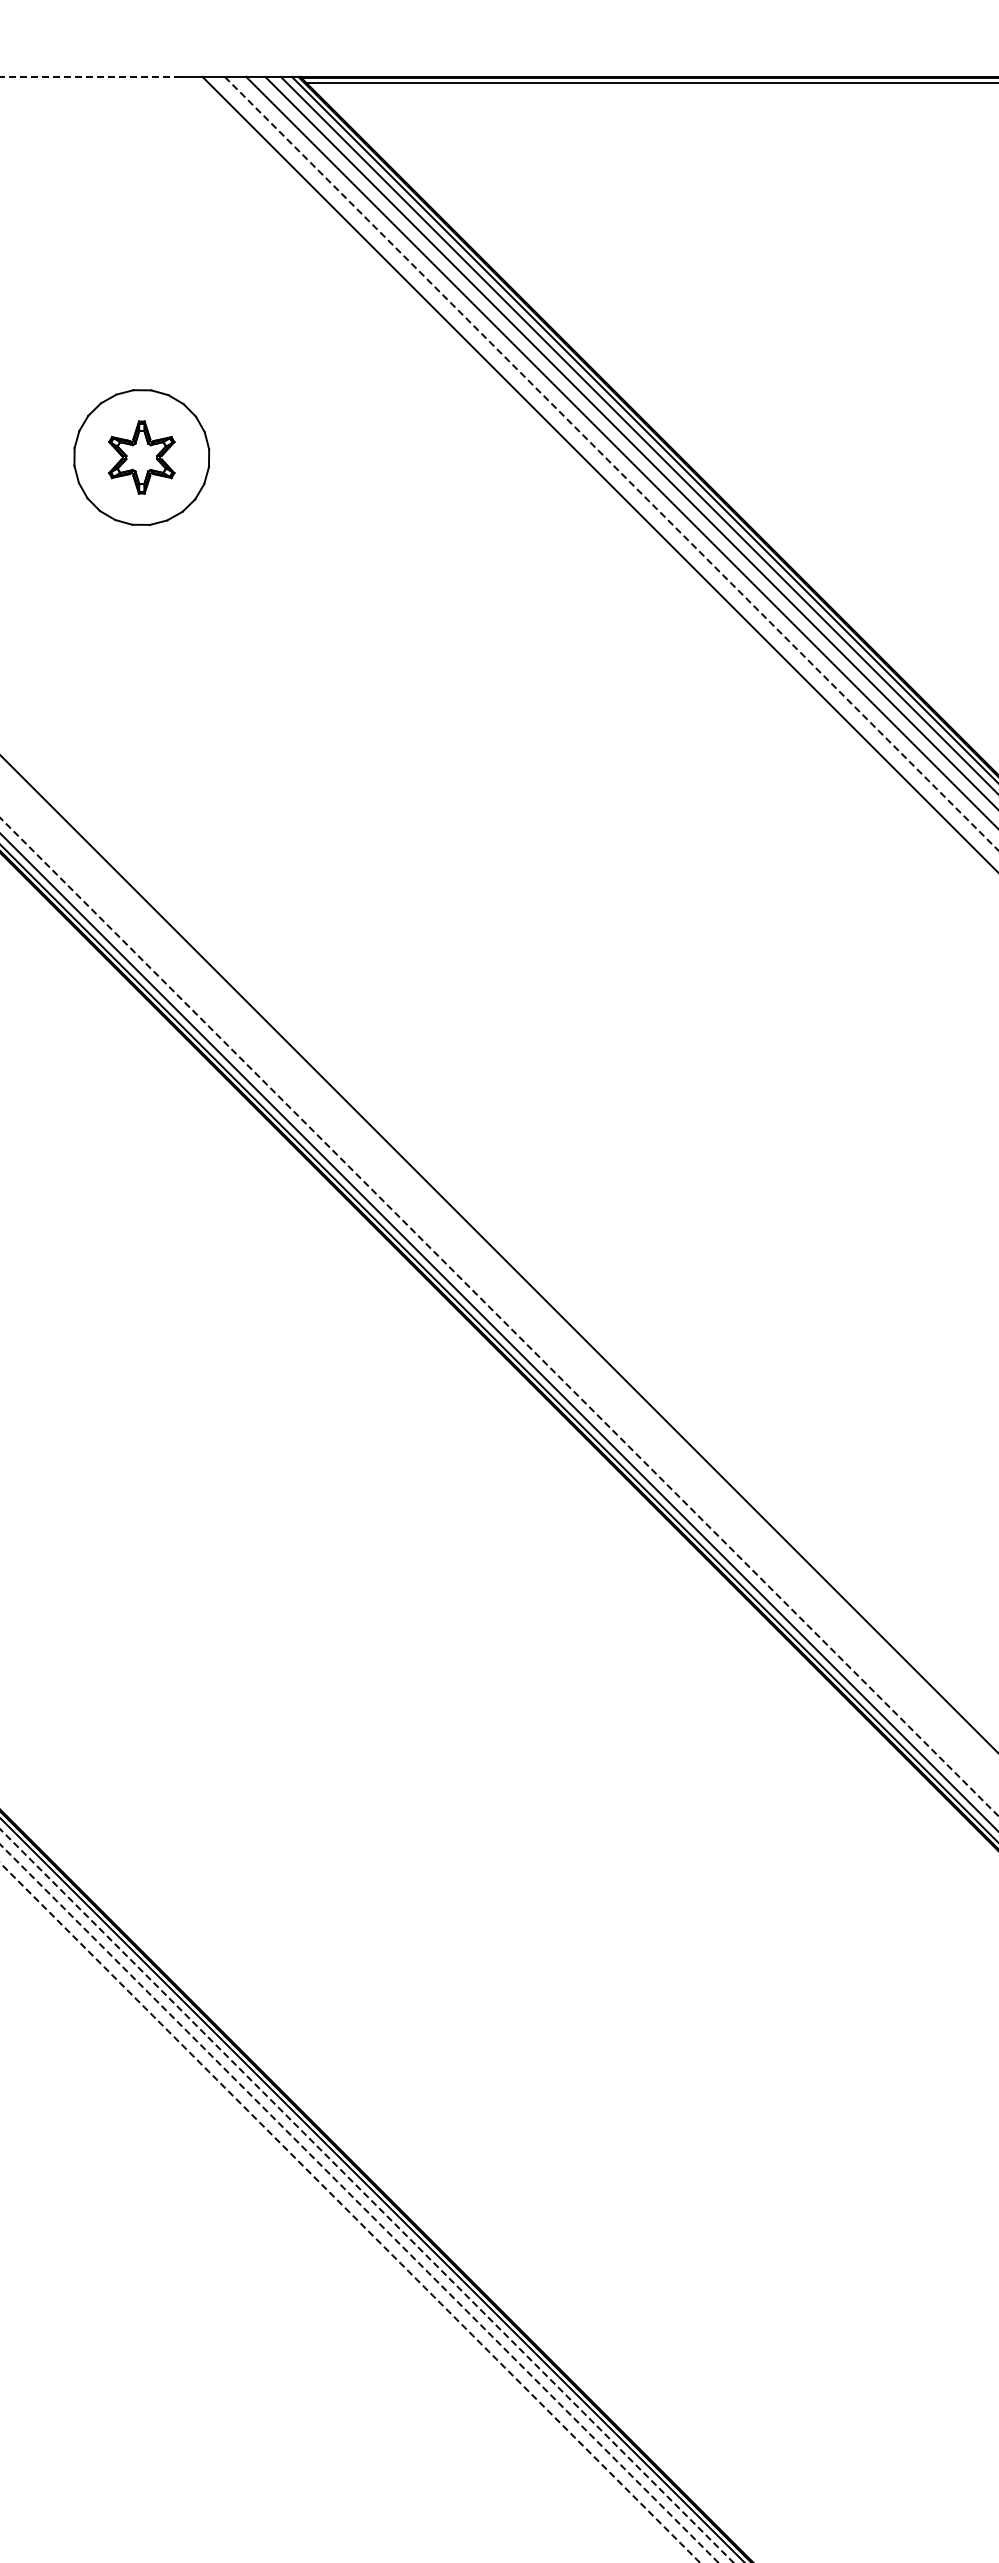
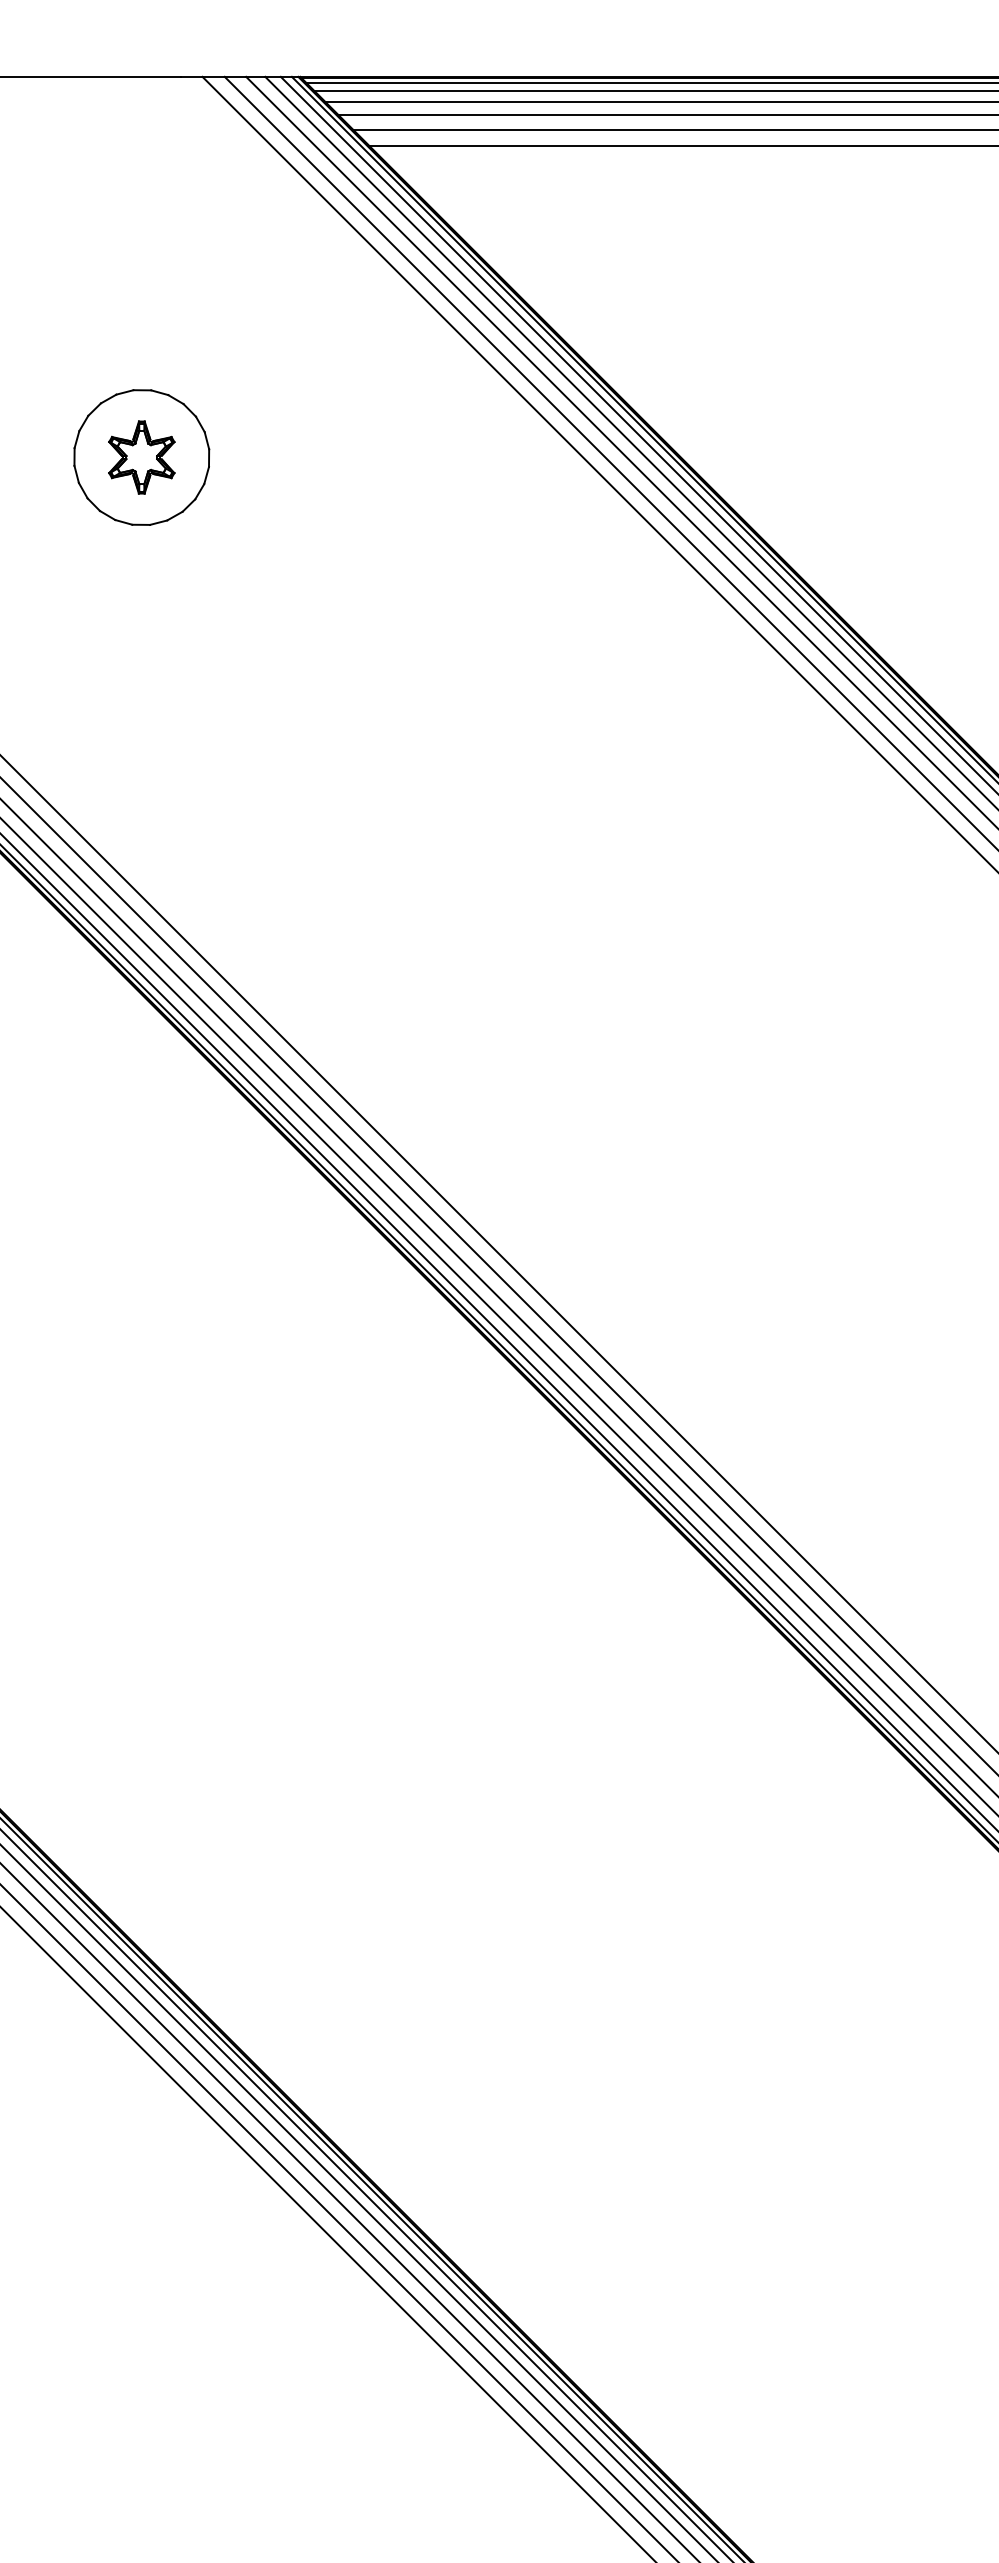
line at (90, 76): dashed -> solid
line at (654, 90): none -> present
line at (660, 101): none -> present
line at (666, 115): none -> present
line at (674, 130): none -> present
line at (682, 146): none -> present
line at (611, 463): dashed -> solid
line at (498, 1275): none -> present
line at (498, 1297): none -> present
line at (499, 1317): dashed -> solid
line at (367, 2196): dashed -> solid
line at (359, 2204): dashed -> solid
line at (350, 2213): dashed -> solid
line at (339, 2222): none -> present
line at (327, 2233): none -> present
